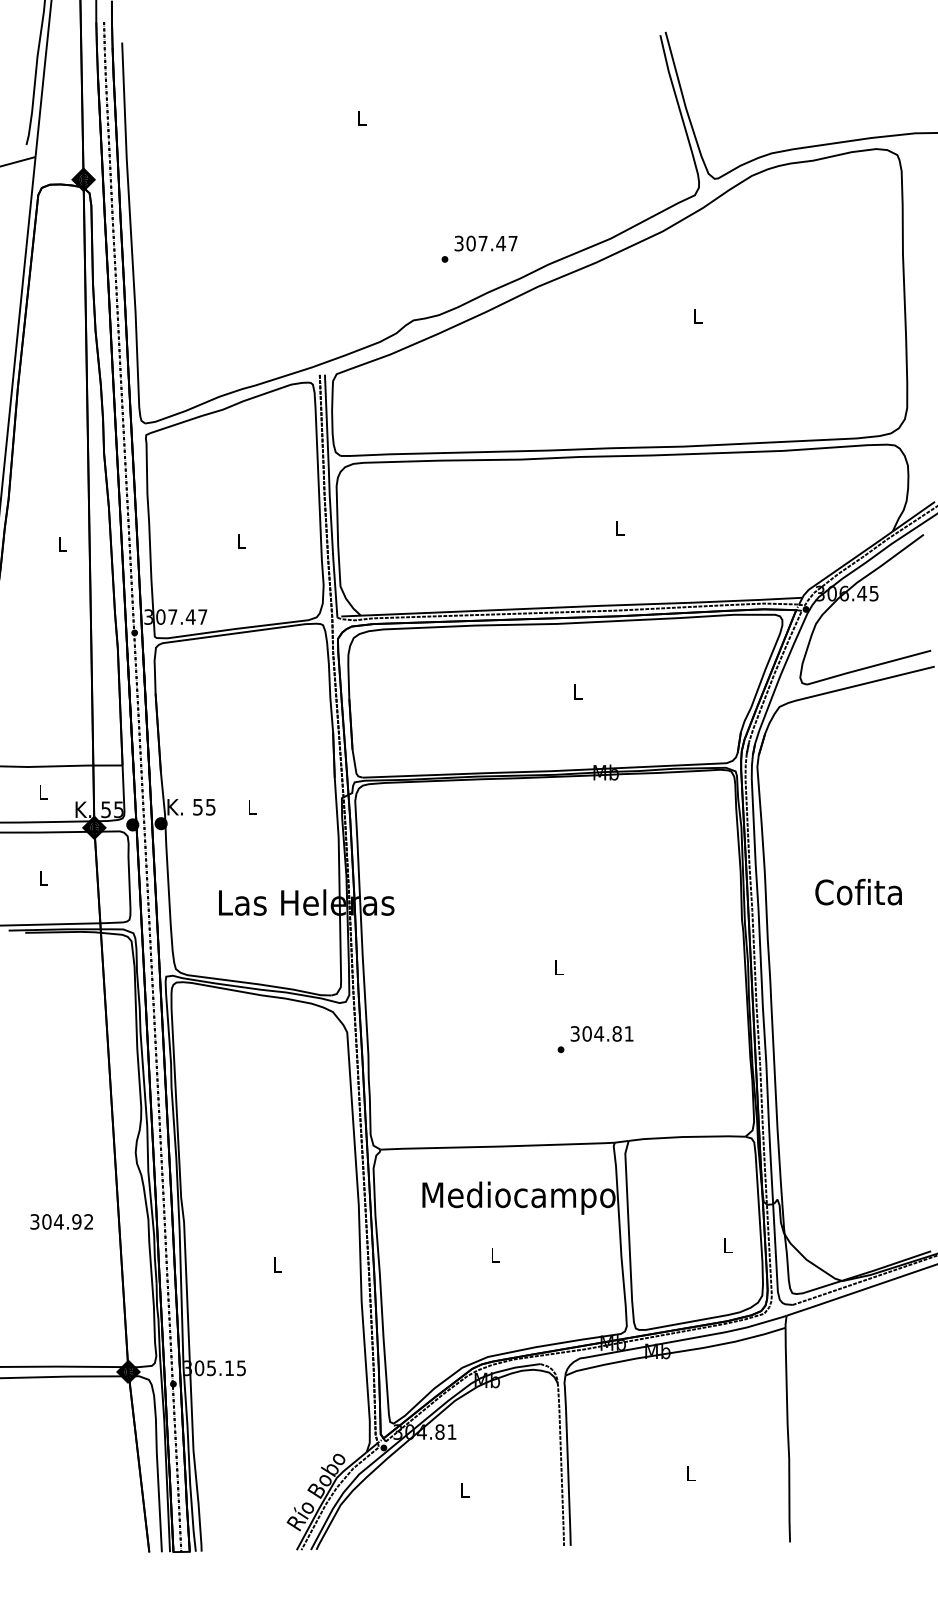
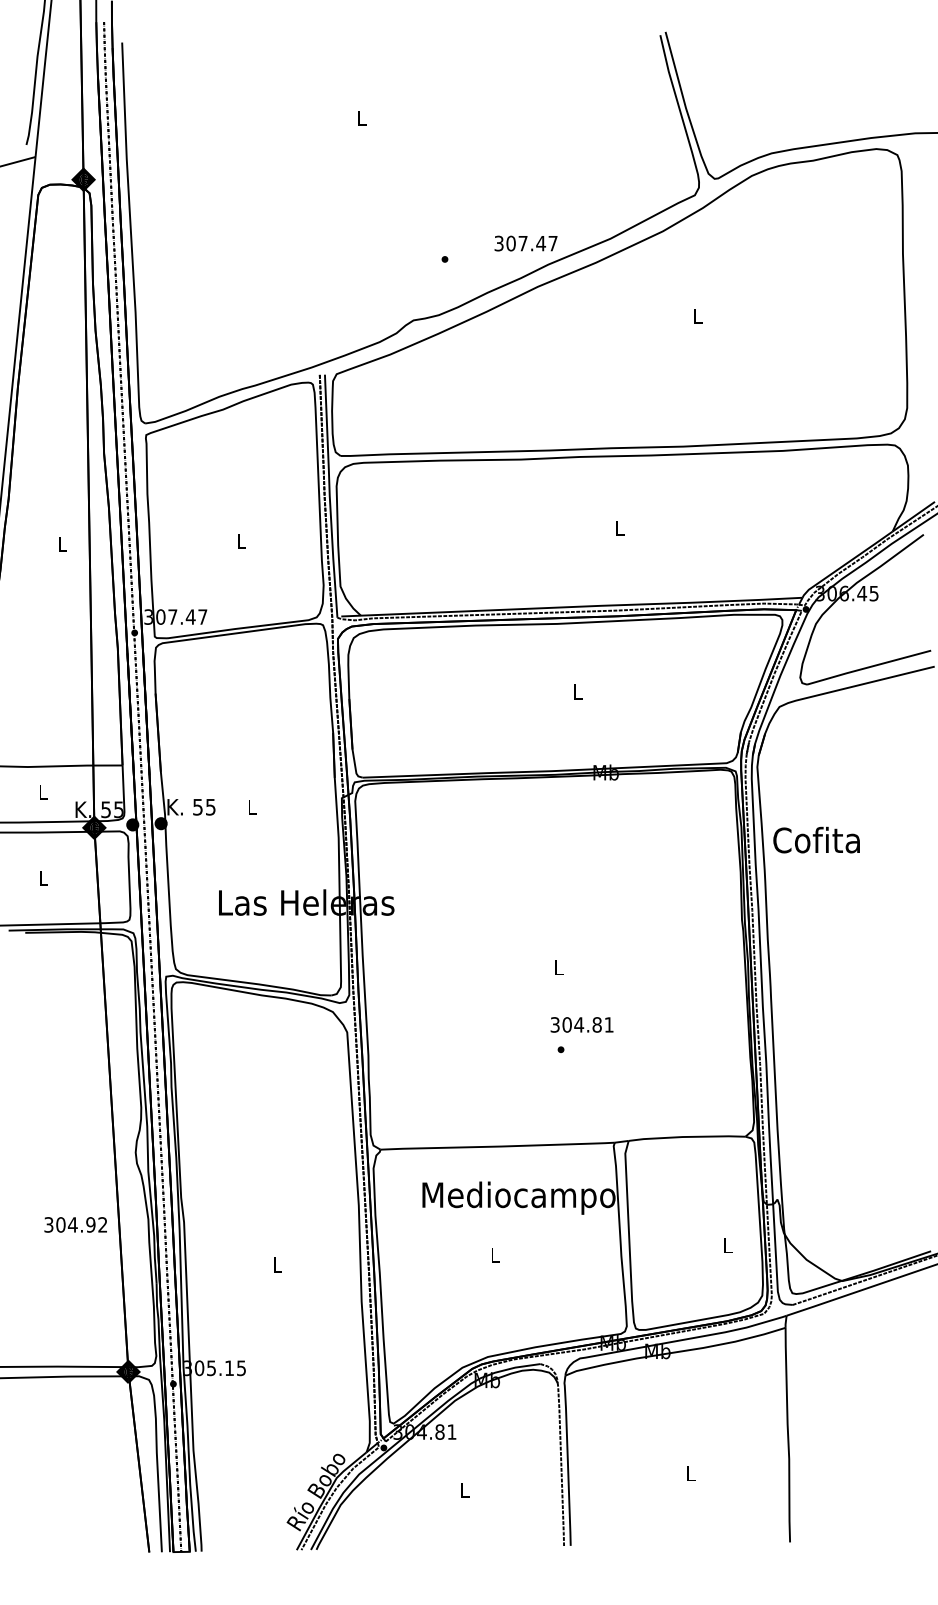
text at (485, 243) position: (485, 243) -> (525, 243)
text at (858, 891) position: (858, 891) -> (816, 839)
text at (601, 1033) position: (601, 1033) -> (581, 1024)
text at (61, 1221) position: (61, 1221) -> (75, 1224)
